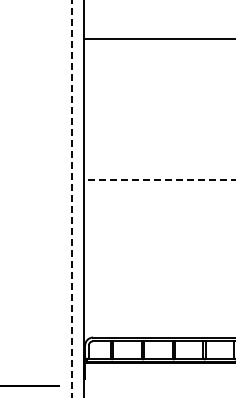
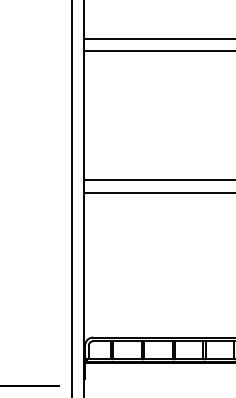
line at (158, 51): none -> present
line at (159, 180): dashed -> solid
line at (158, 192): none -> present
line at (71, 199): dashed -> solid
